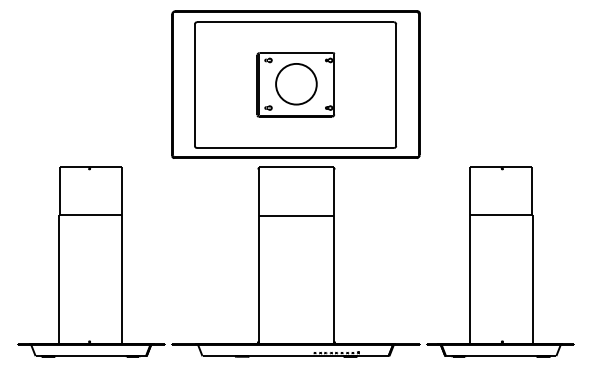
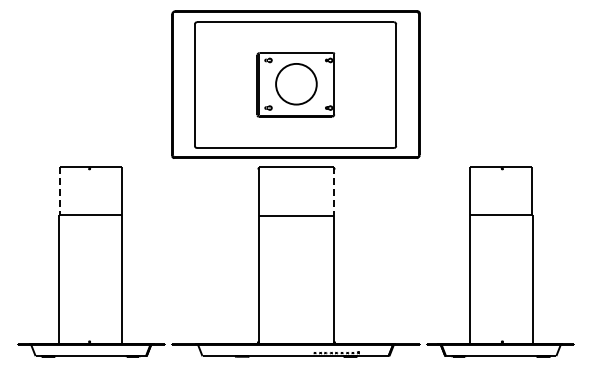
line at (59, 191): solid -> dashed
line at (333, 191): solid -> dashed
